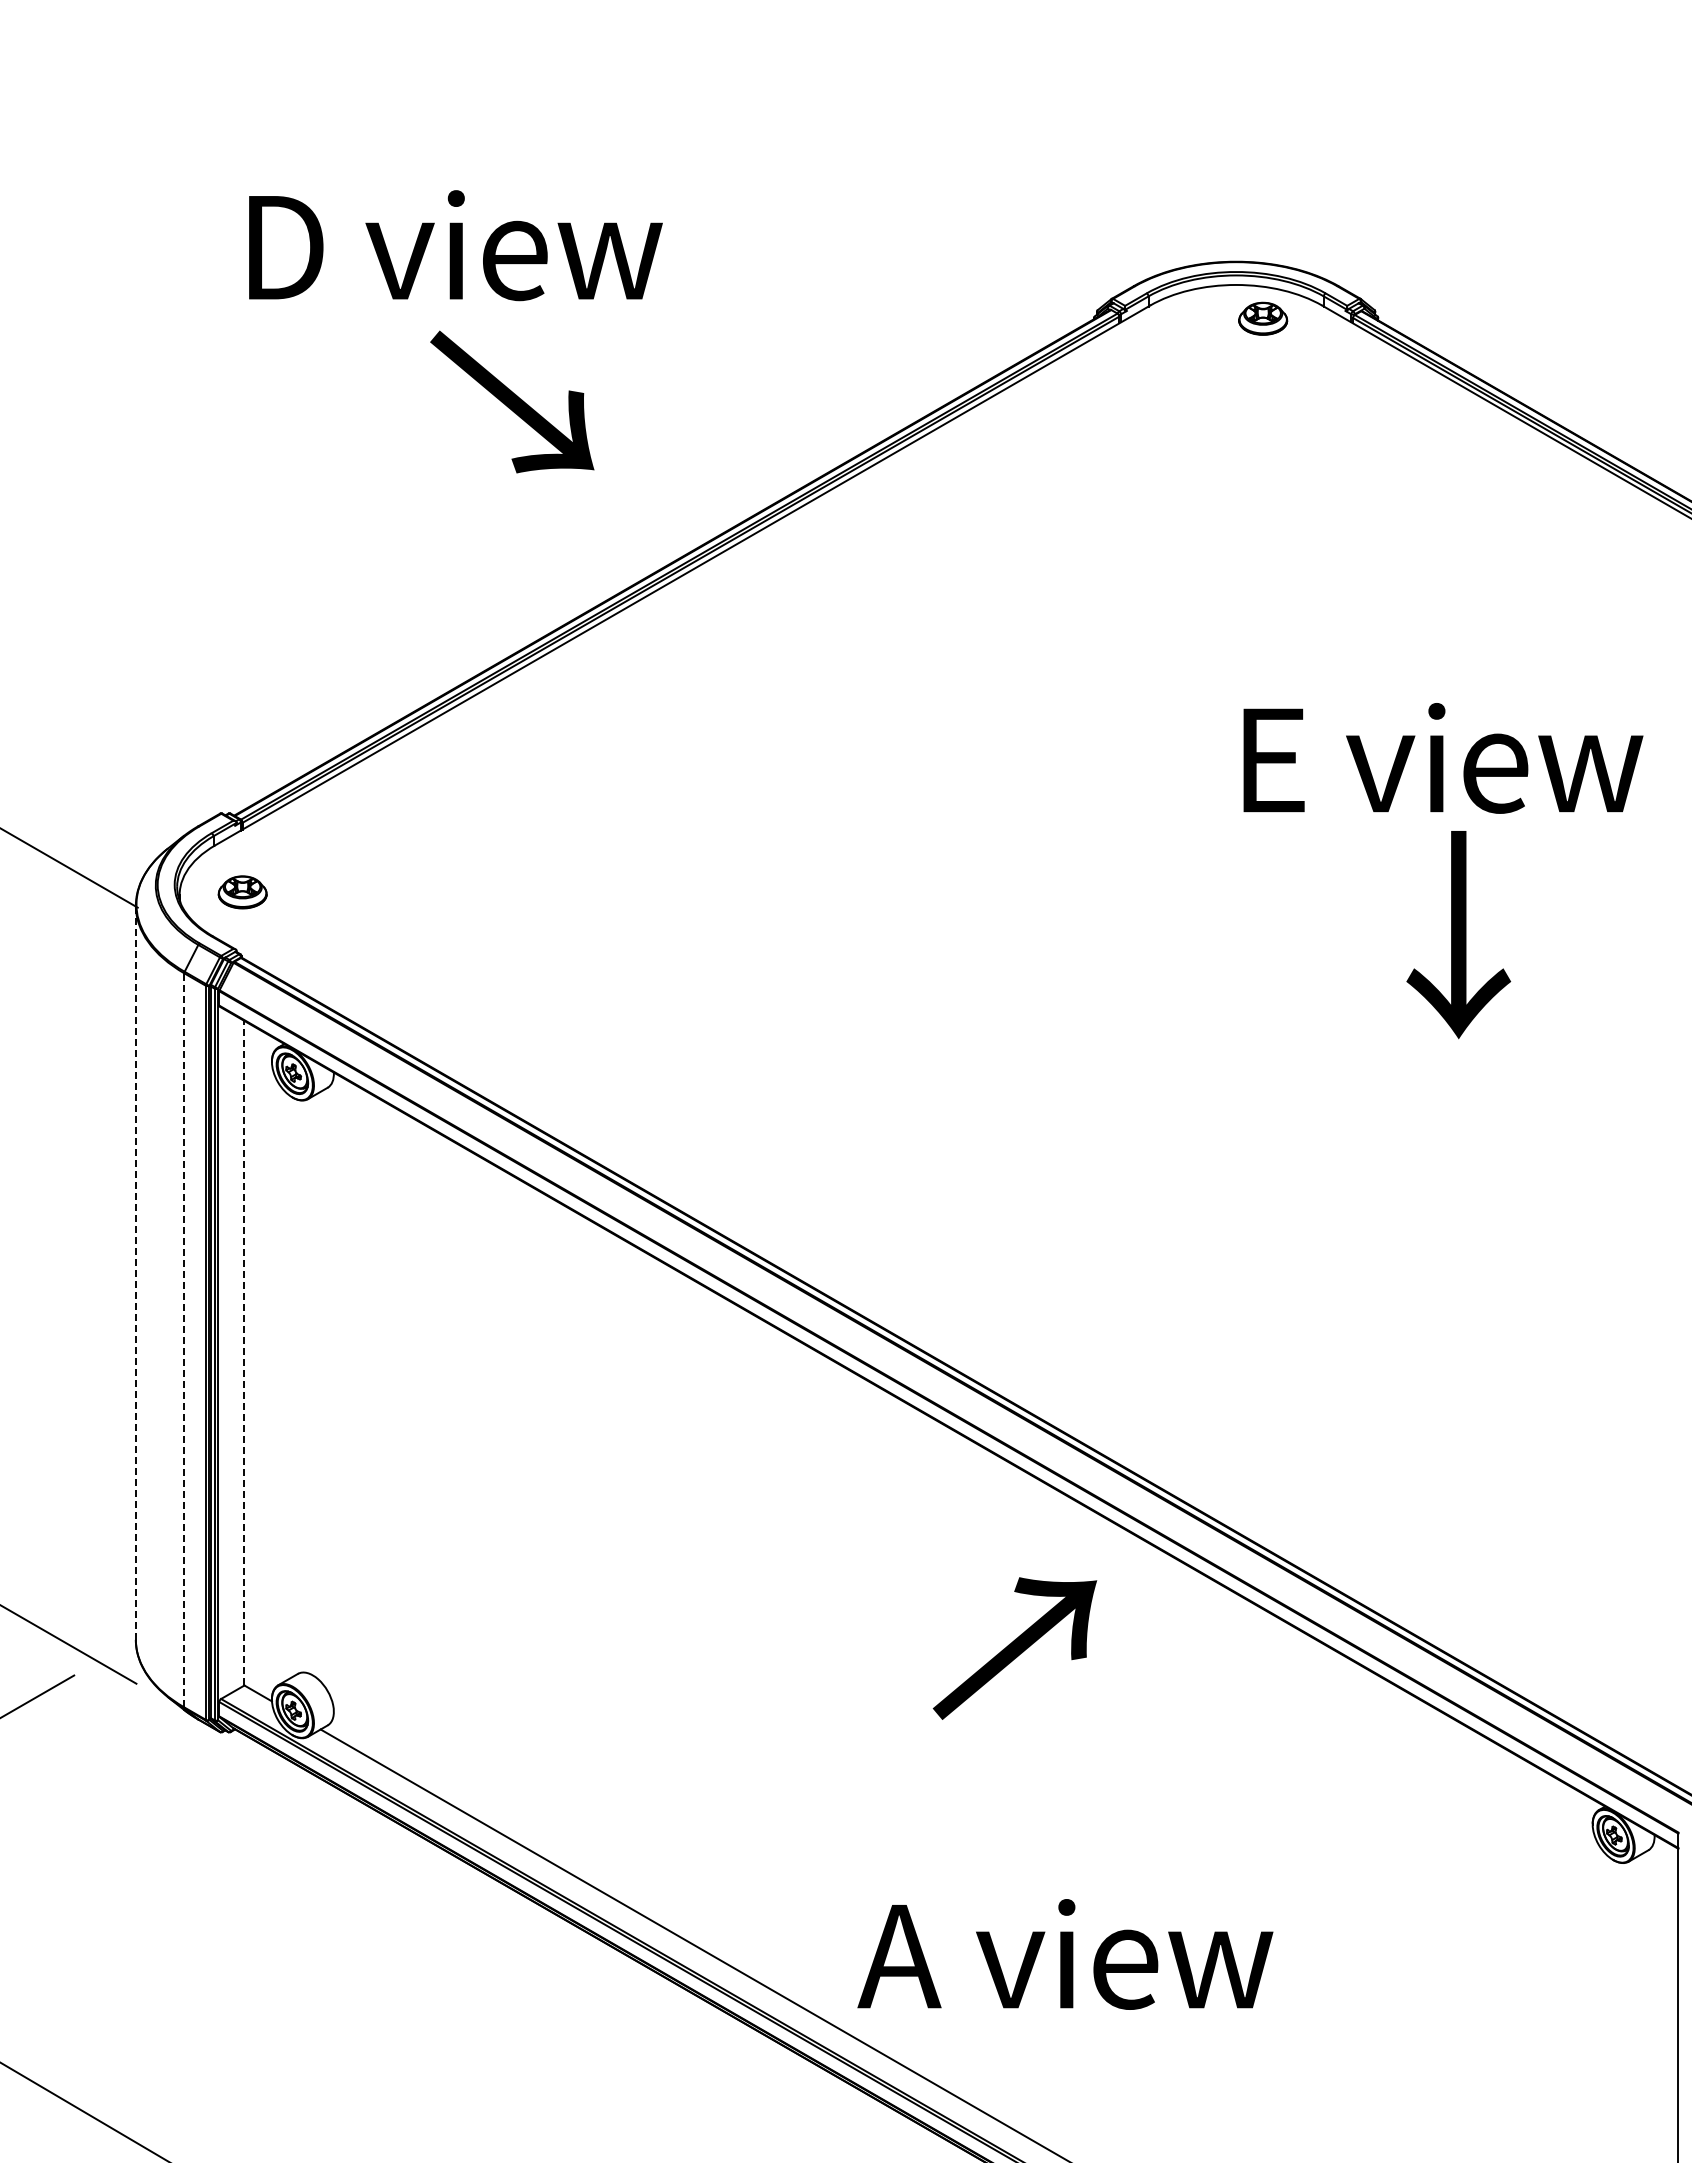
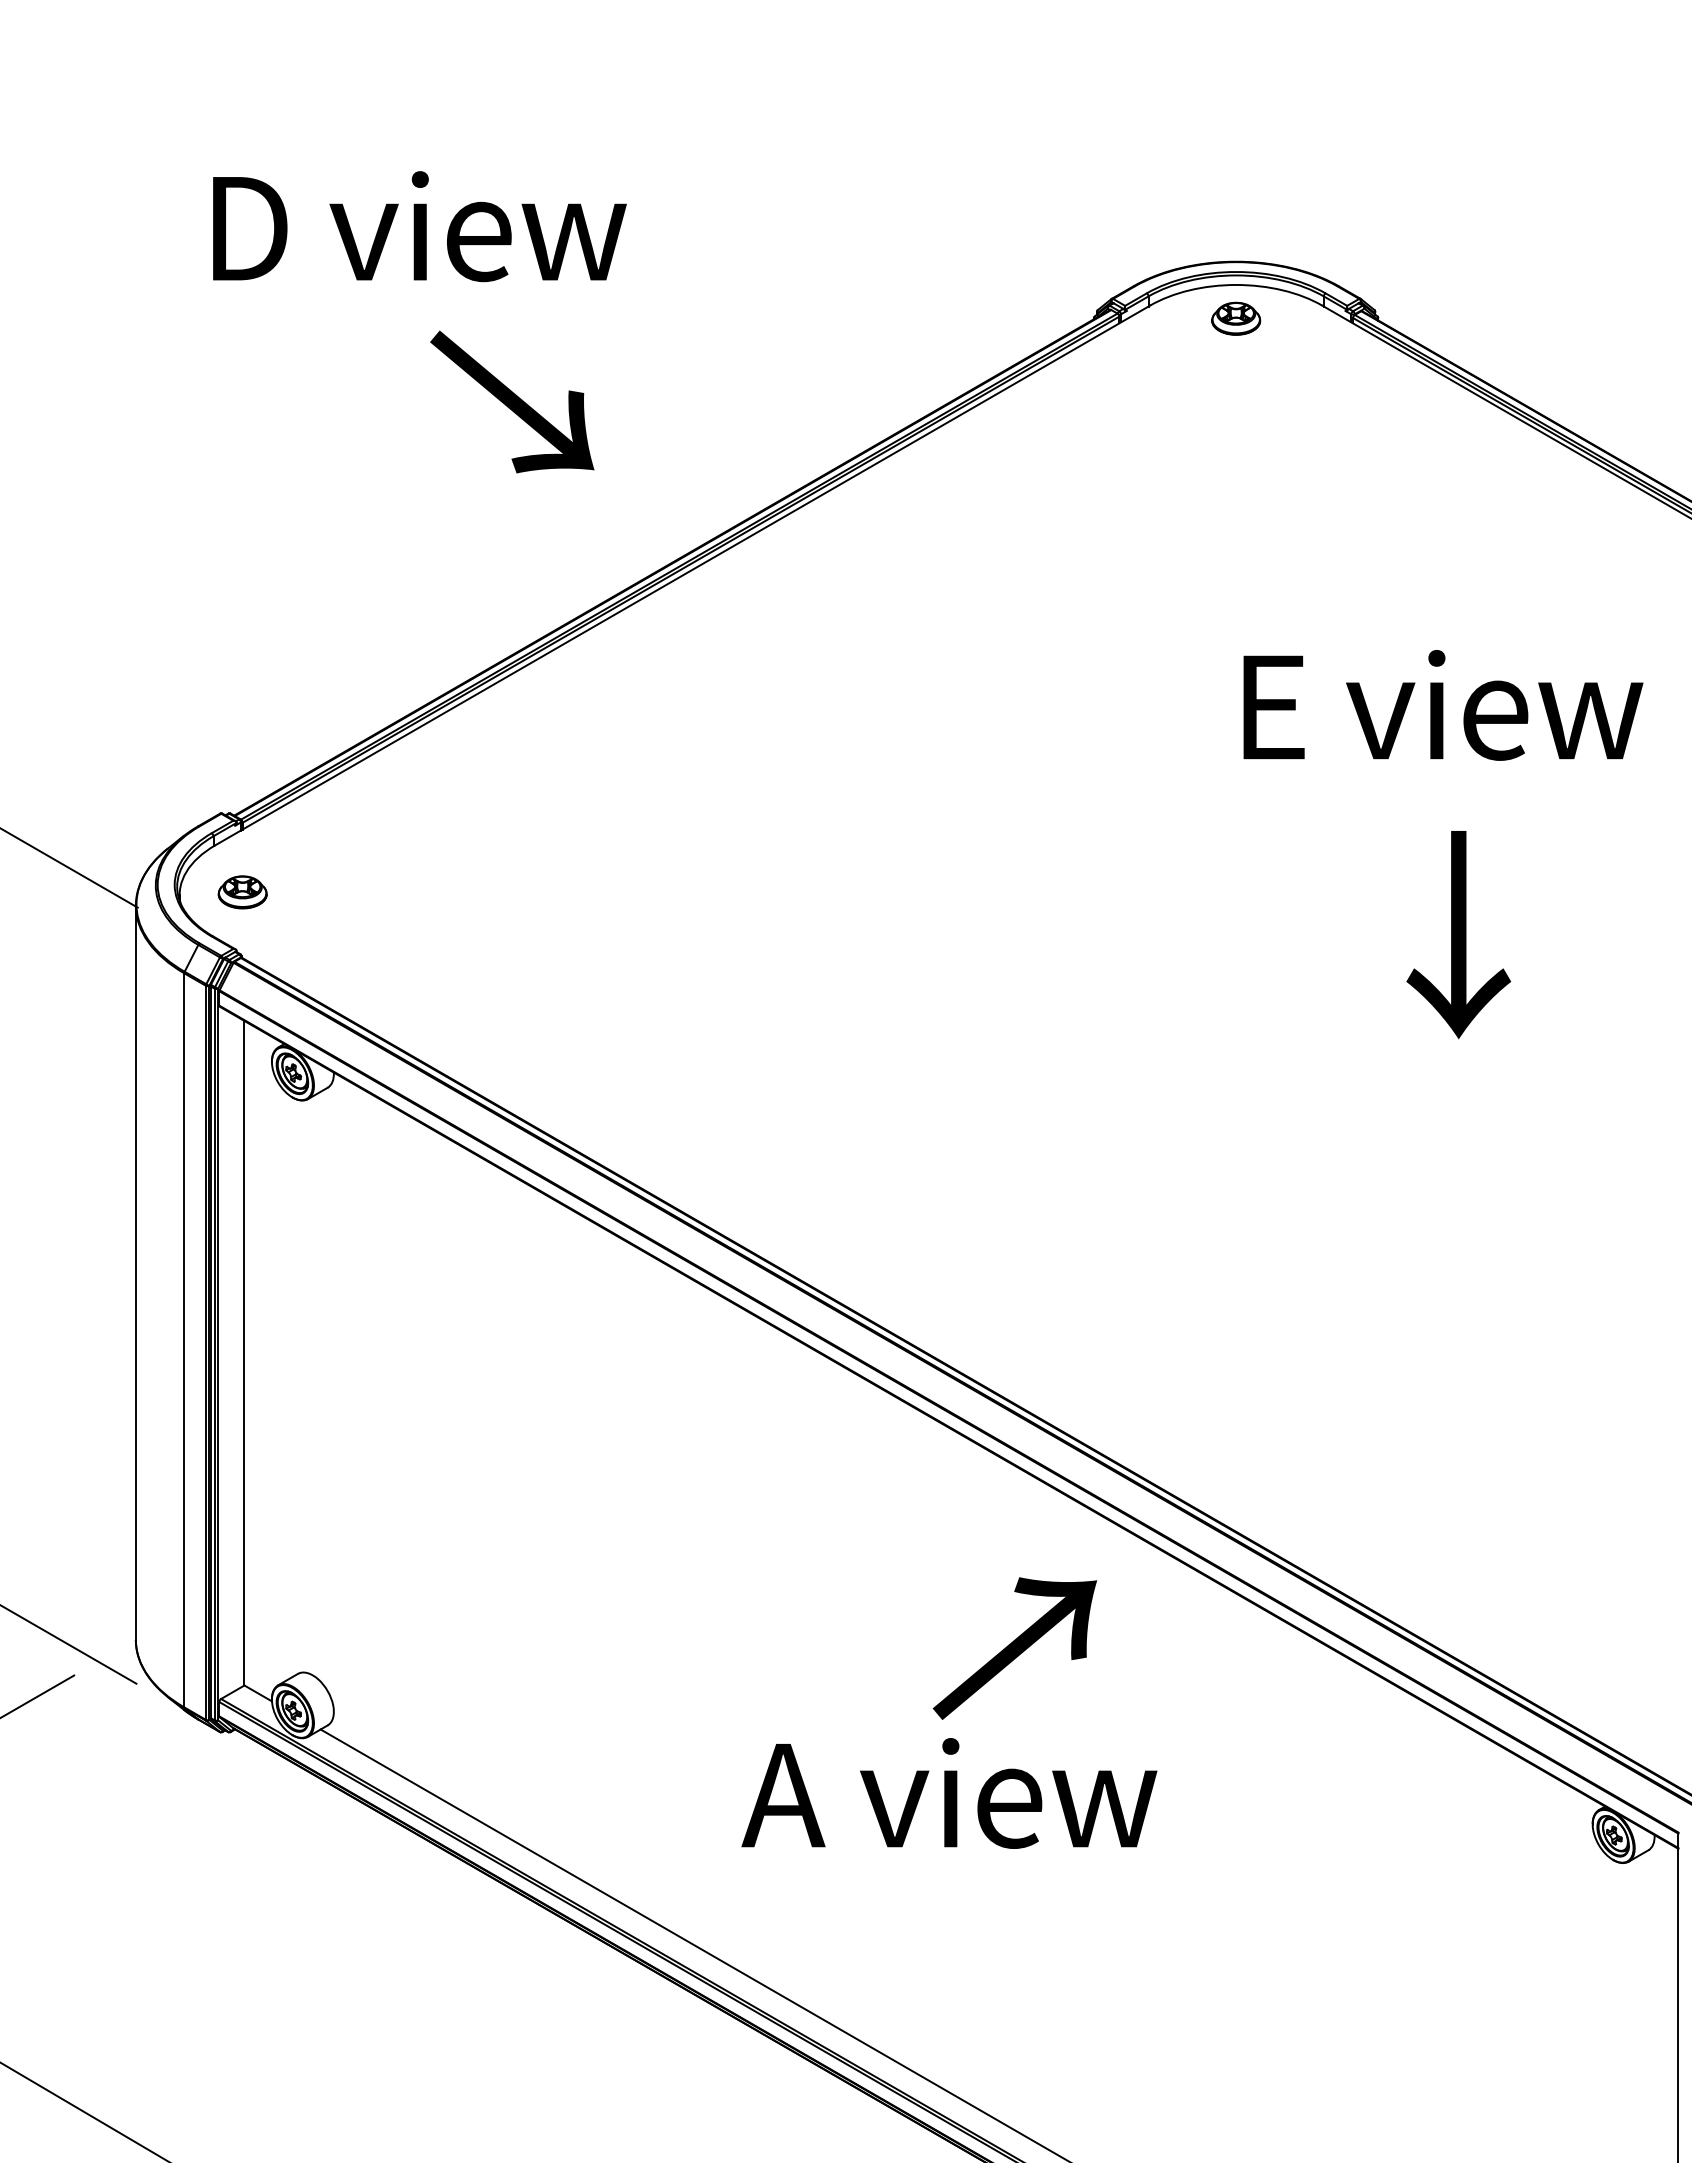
text at (455, 245) position: (455, 245) -> (419, 226)
part at (1263, 318) position: (1263, 318) -> (1236, 318)
text at (1443, 758) position: (1443, 758) -> (1443, 705)
line at (135, 1272): dashed -> solid
line at (184, 1339): dashed -> solid
line at (244, 1352): dashed -> solid
text at (1065, 1954) position: (1065, 1954) -> (949, 1793)
